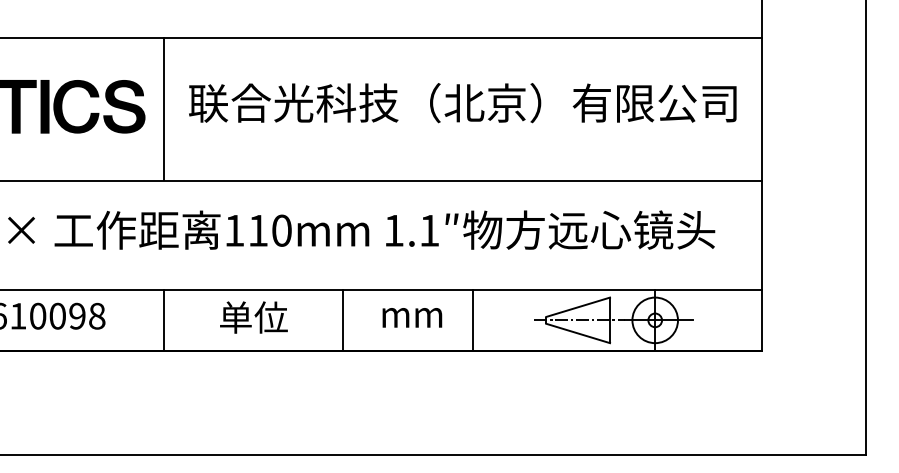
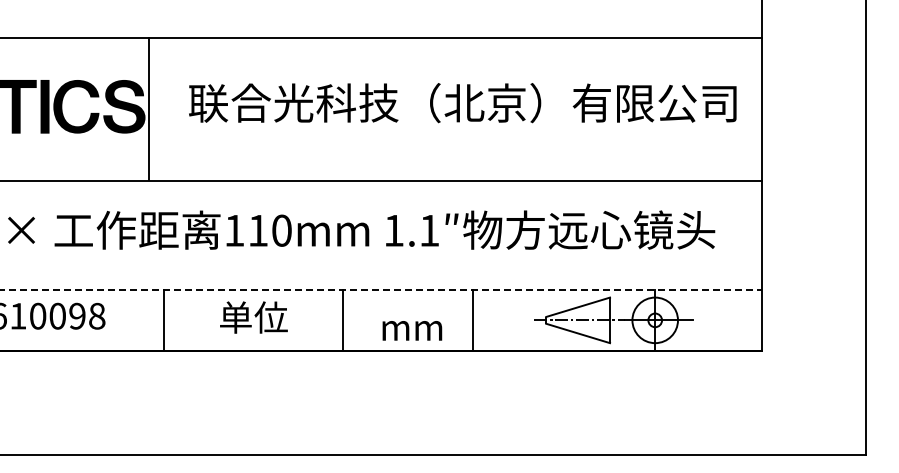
line at (164, 108) position: (164, 108) -> (149, 108)
line at (381, 289): solid -> dashed
text at (412, 317) position: (412, 317) -> (412, 330)
